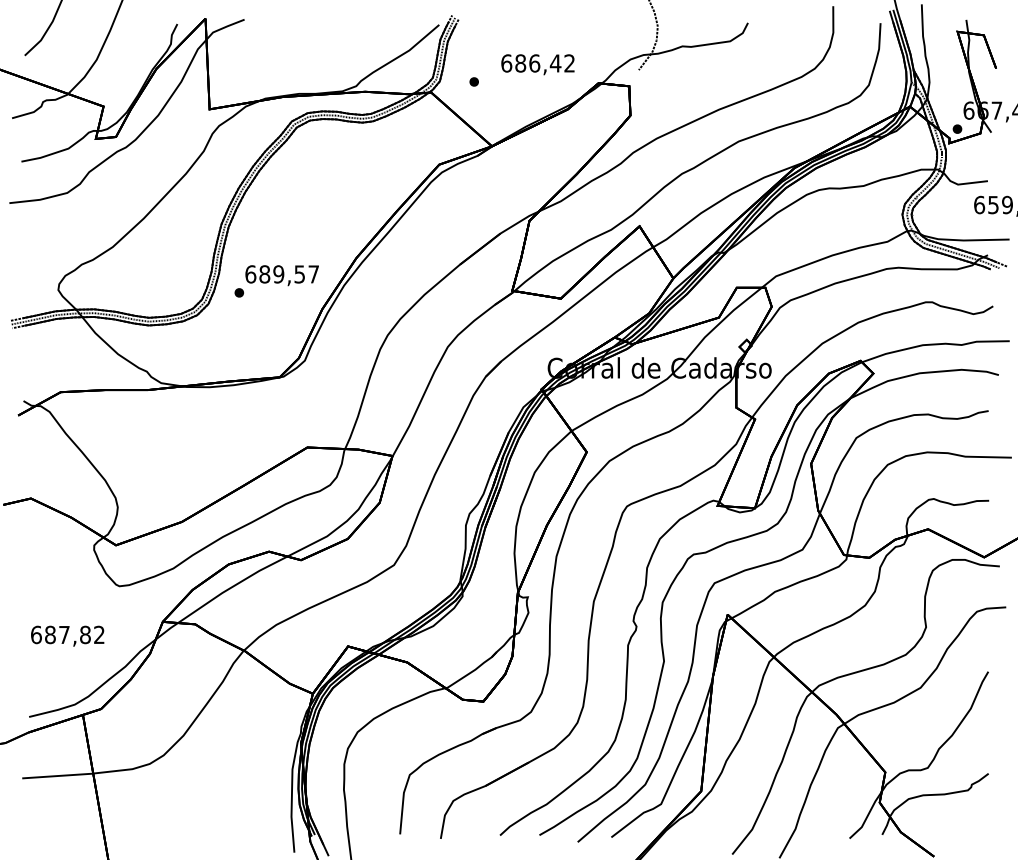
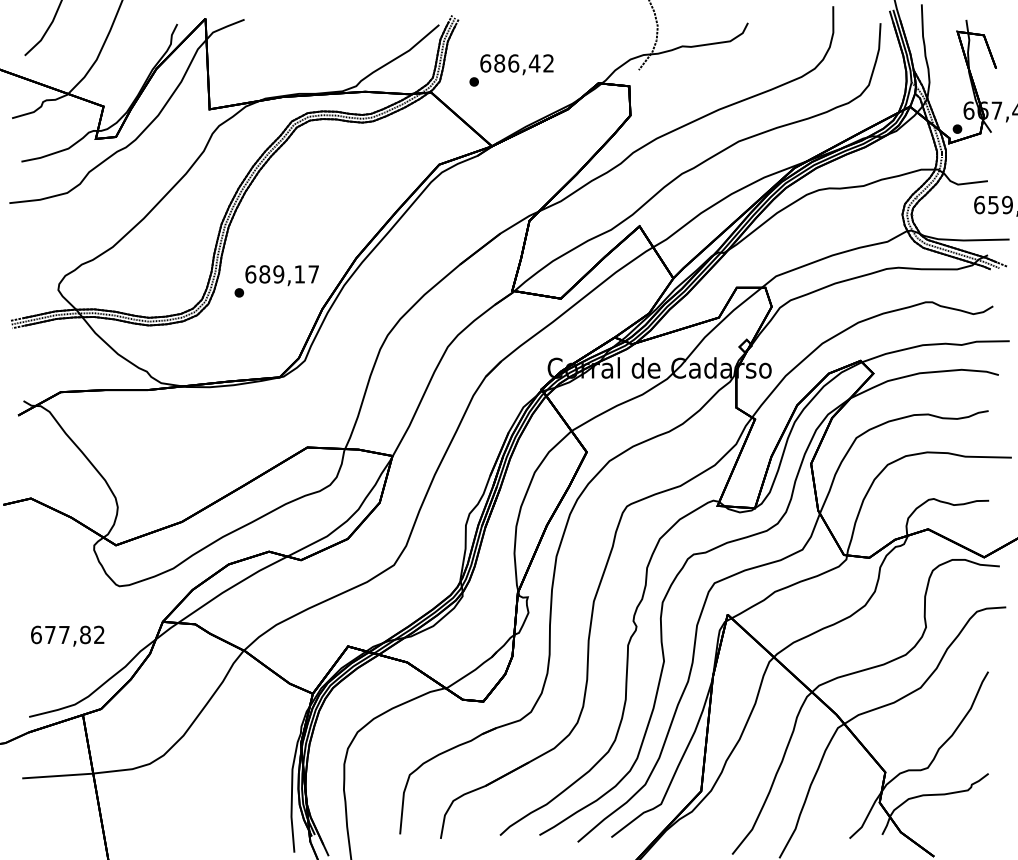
text at (537, 64) position: (537, 64) -> (516, 64)
text at (299, 274): 689,57 -> 689,17
text at (50, 634): 687,82 -> 677,82
